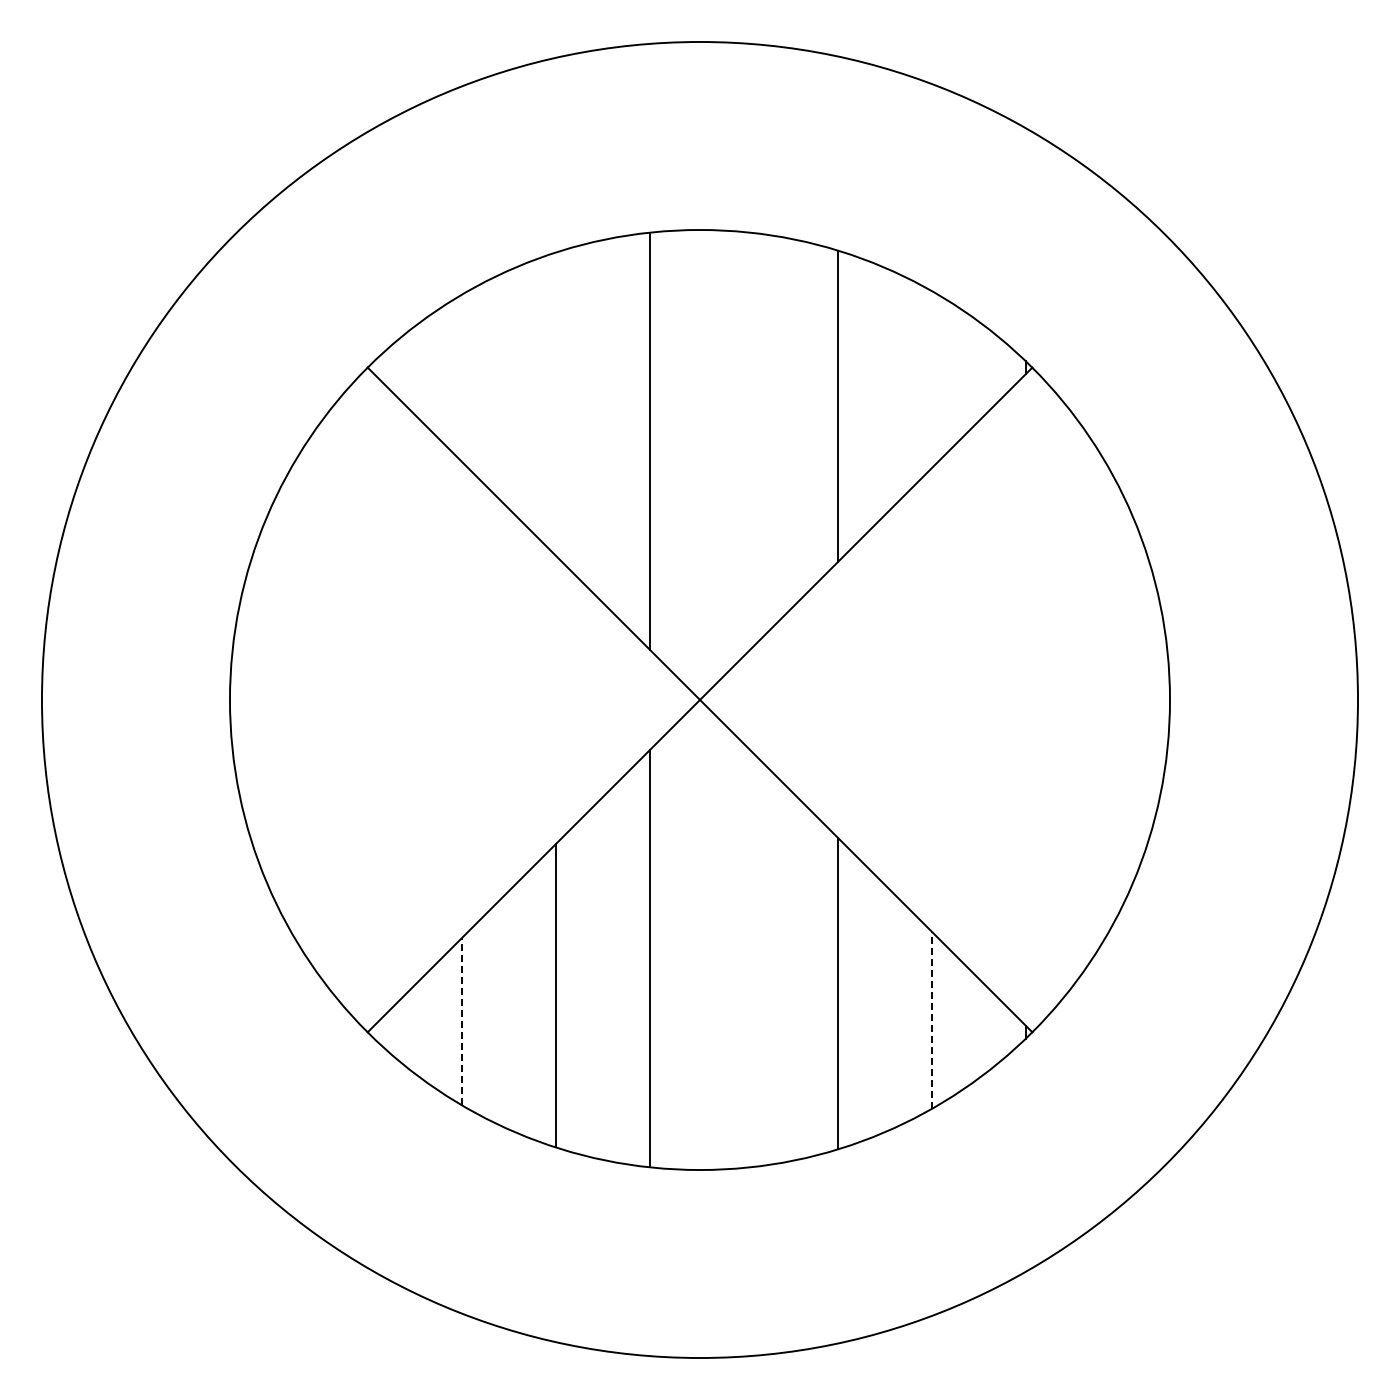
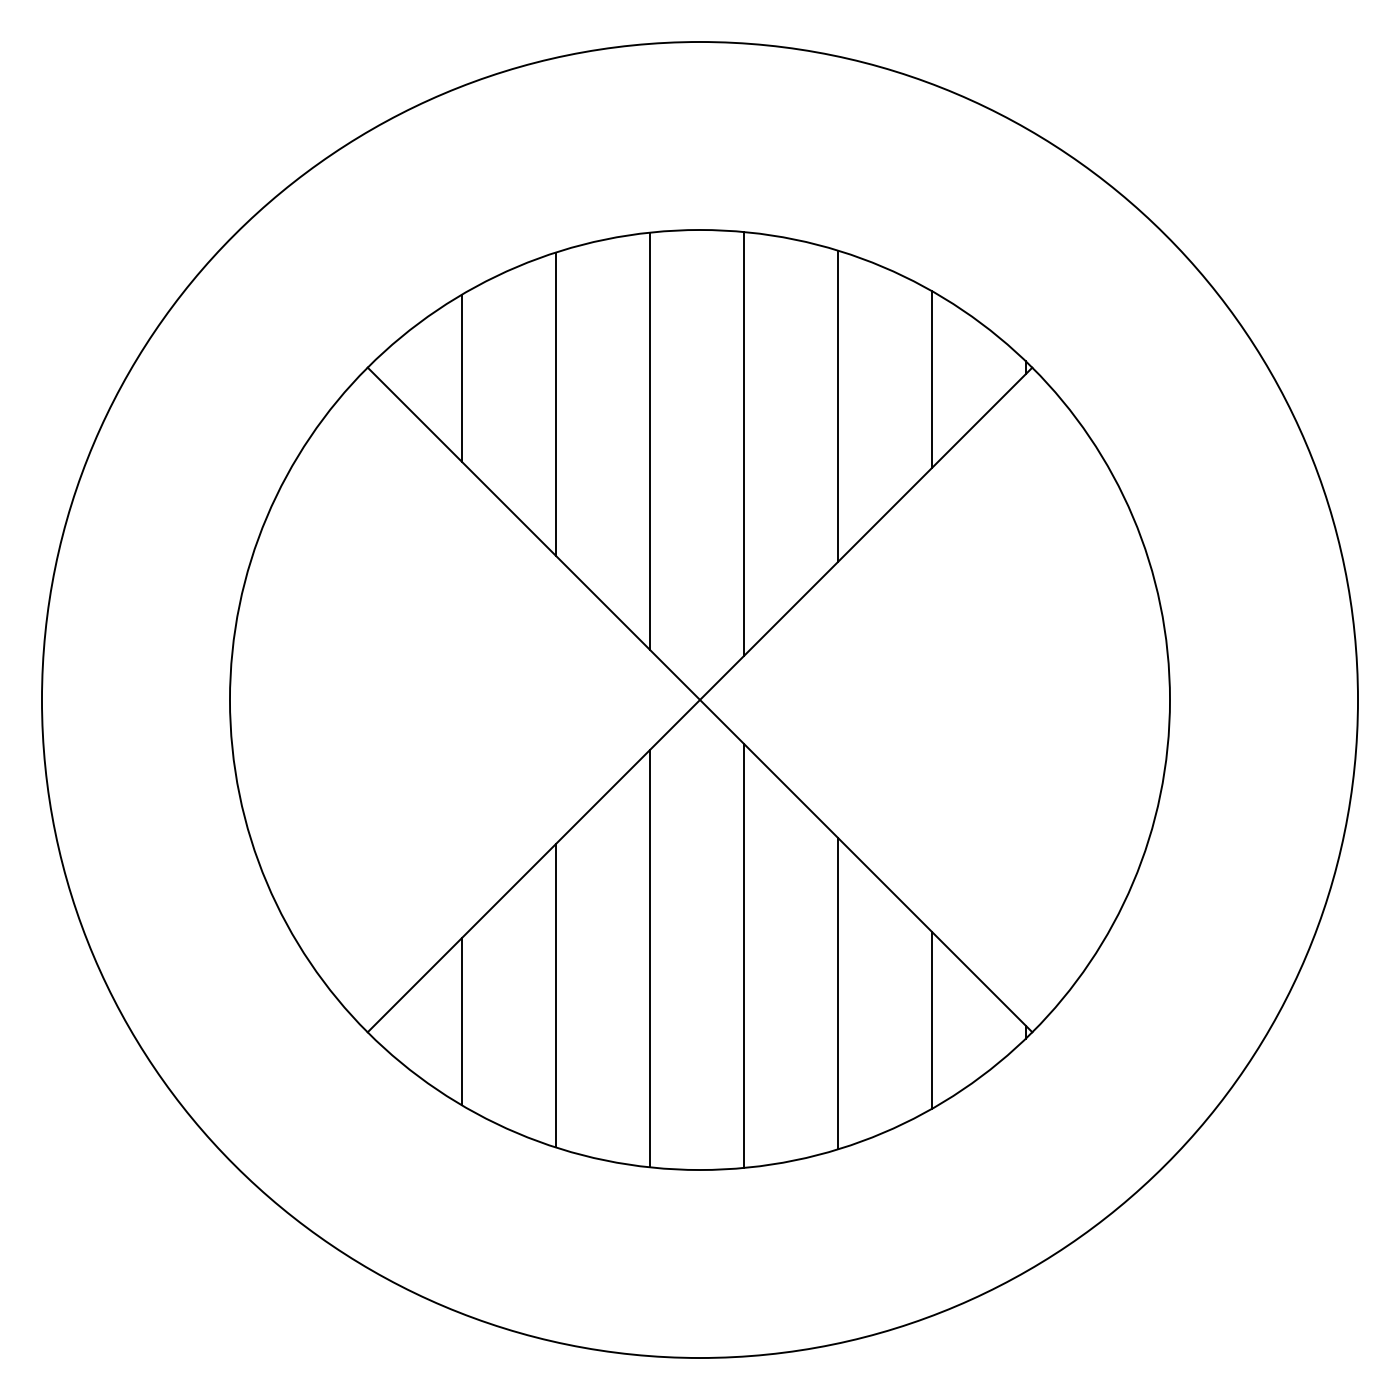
line at (461, 377): none -> present
line at (931, 379): none -> present
line at (555, 403): none -> present
line at (743, 444): none -> present
line at (743, 955): none -> present
line at (931, 1020): dashed -> solid
line at (461, 1021): dashed -> solid
